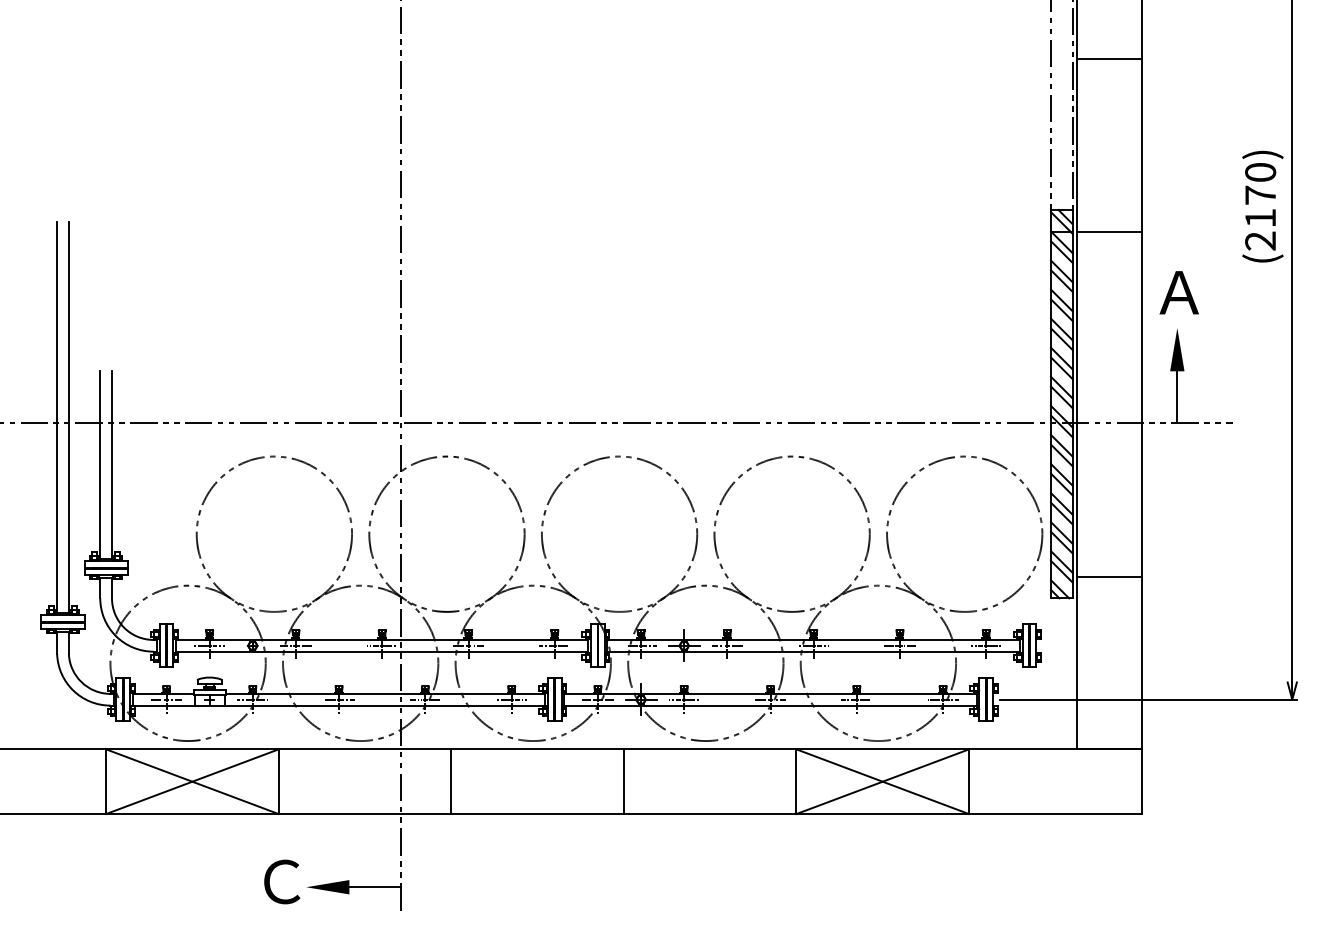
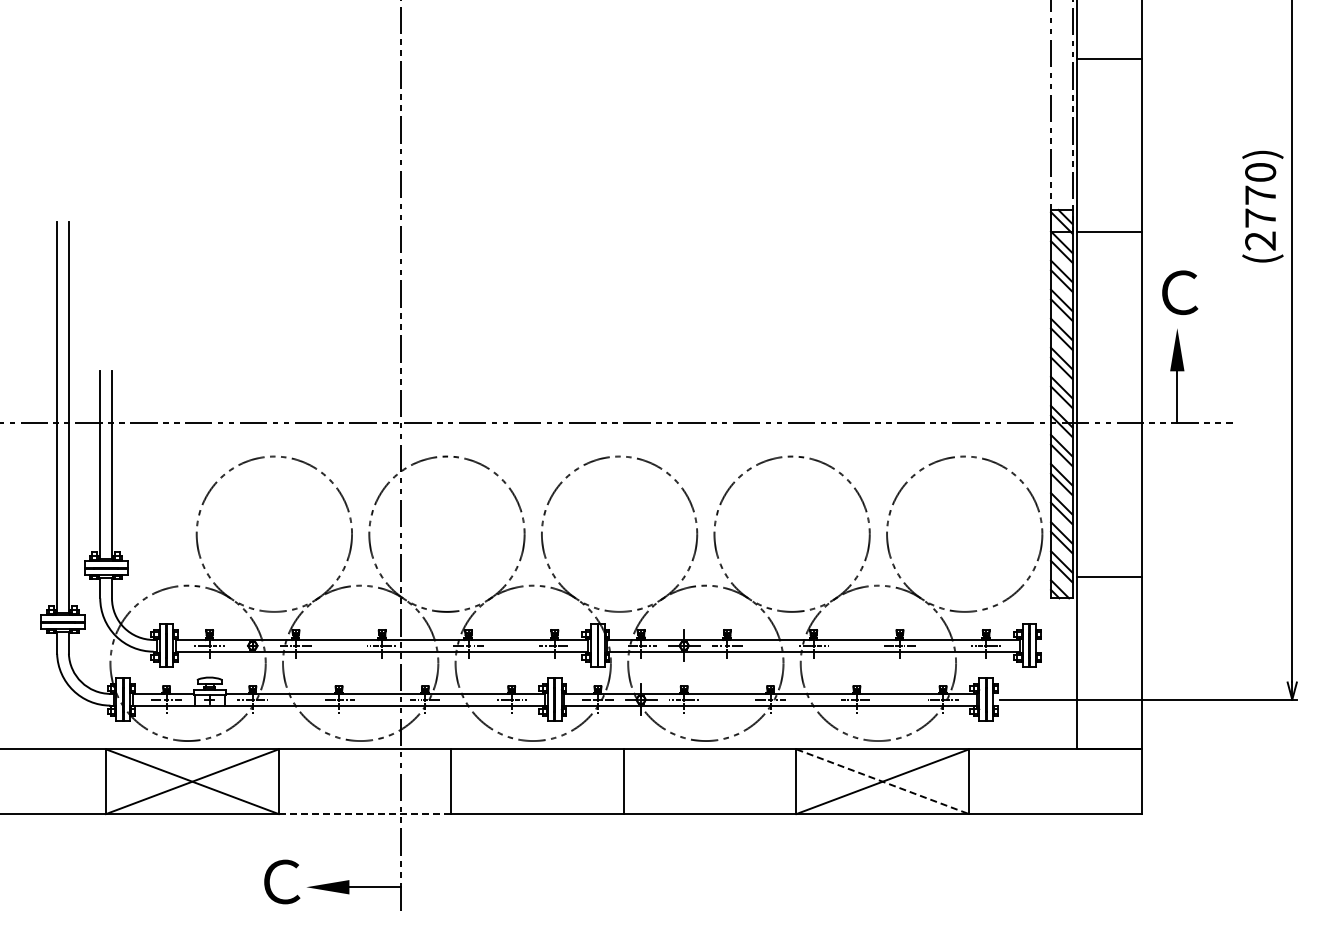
text at (1260, 217): (2170) -> (2770)
text at (1178, 292): Ａ -> Ｃ
line at (883, 781): solid -> dashed
line at (364, 814): solid -> dashed
